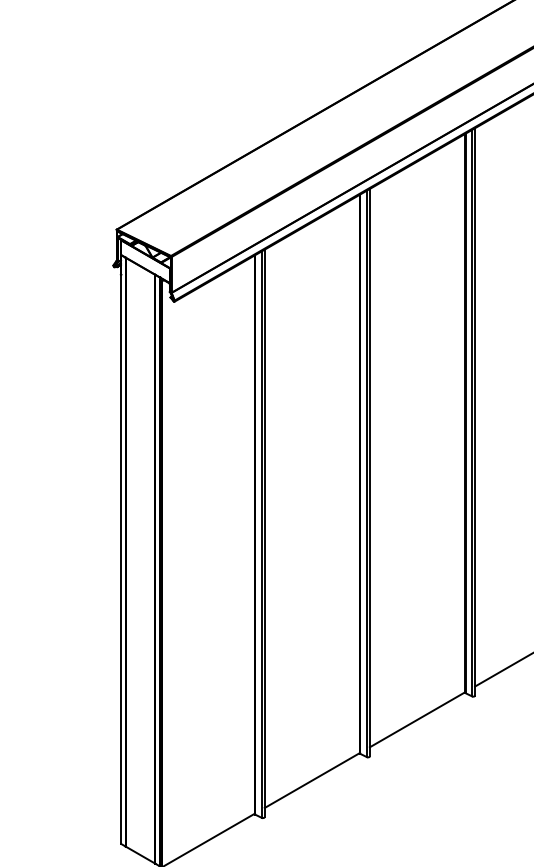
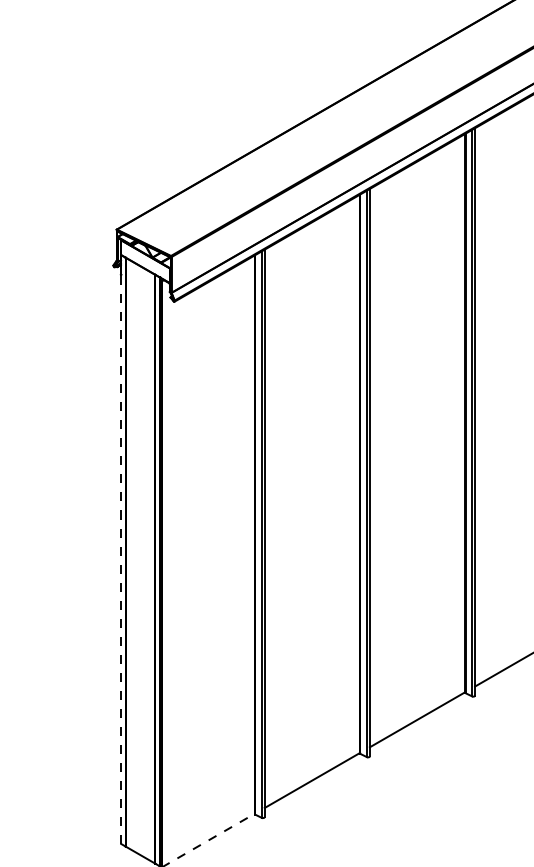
line at (121, 549): solid -> dashed
line at (209, 840): solid -> dashed
